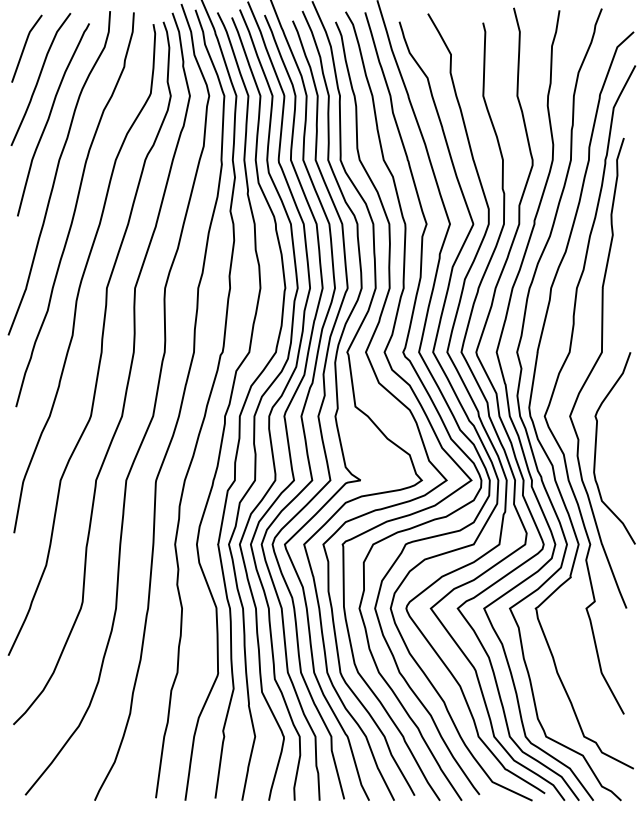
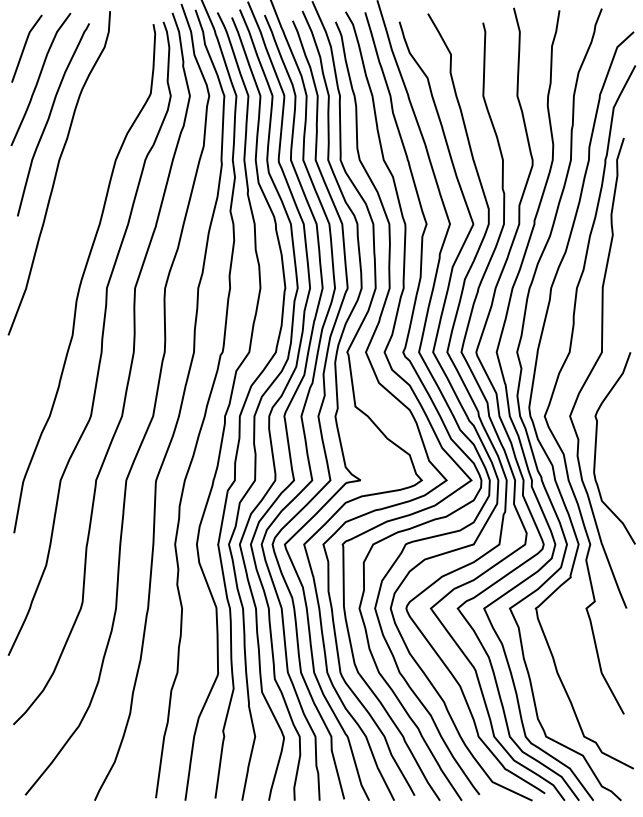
curve at (74, 209): present -> none
